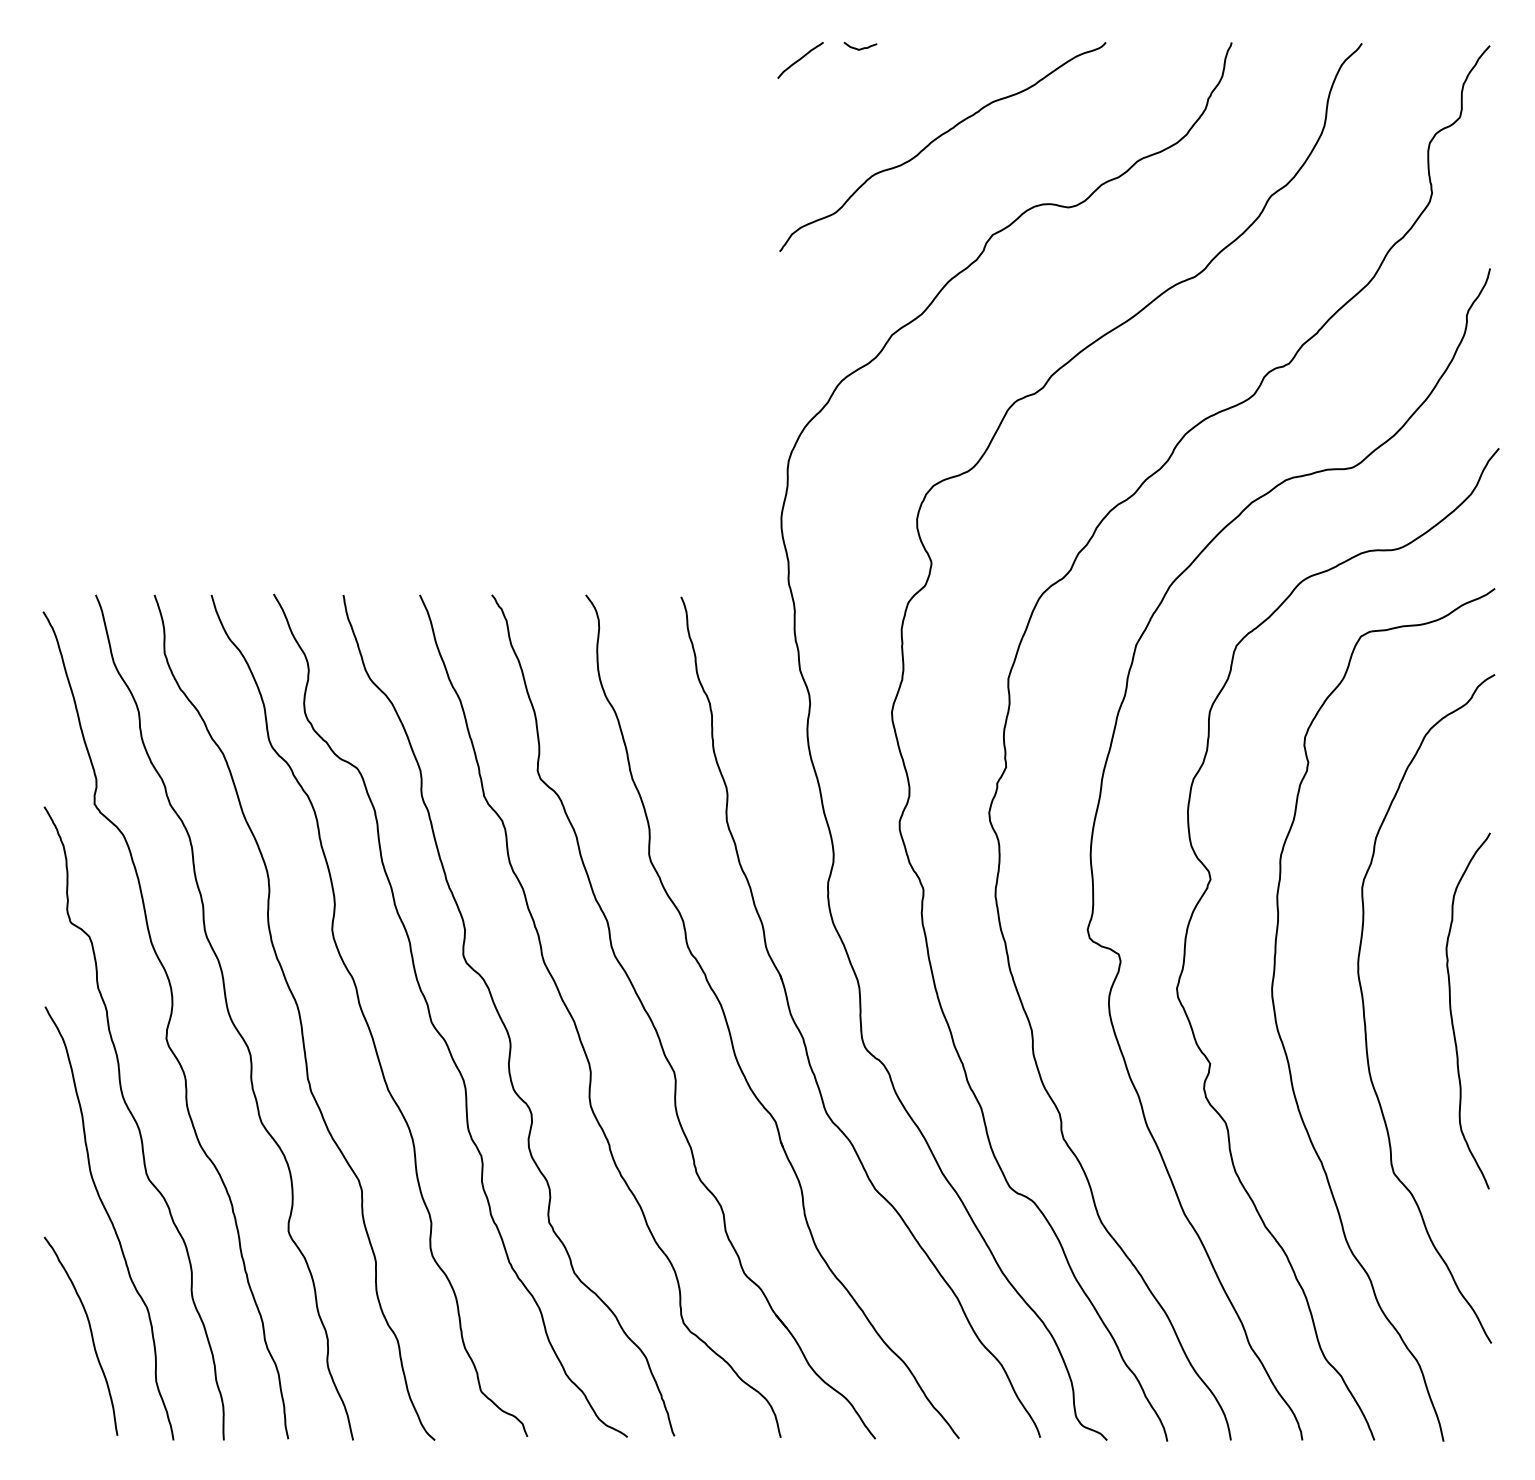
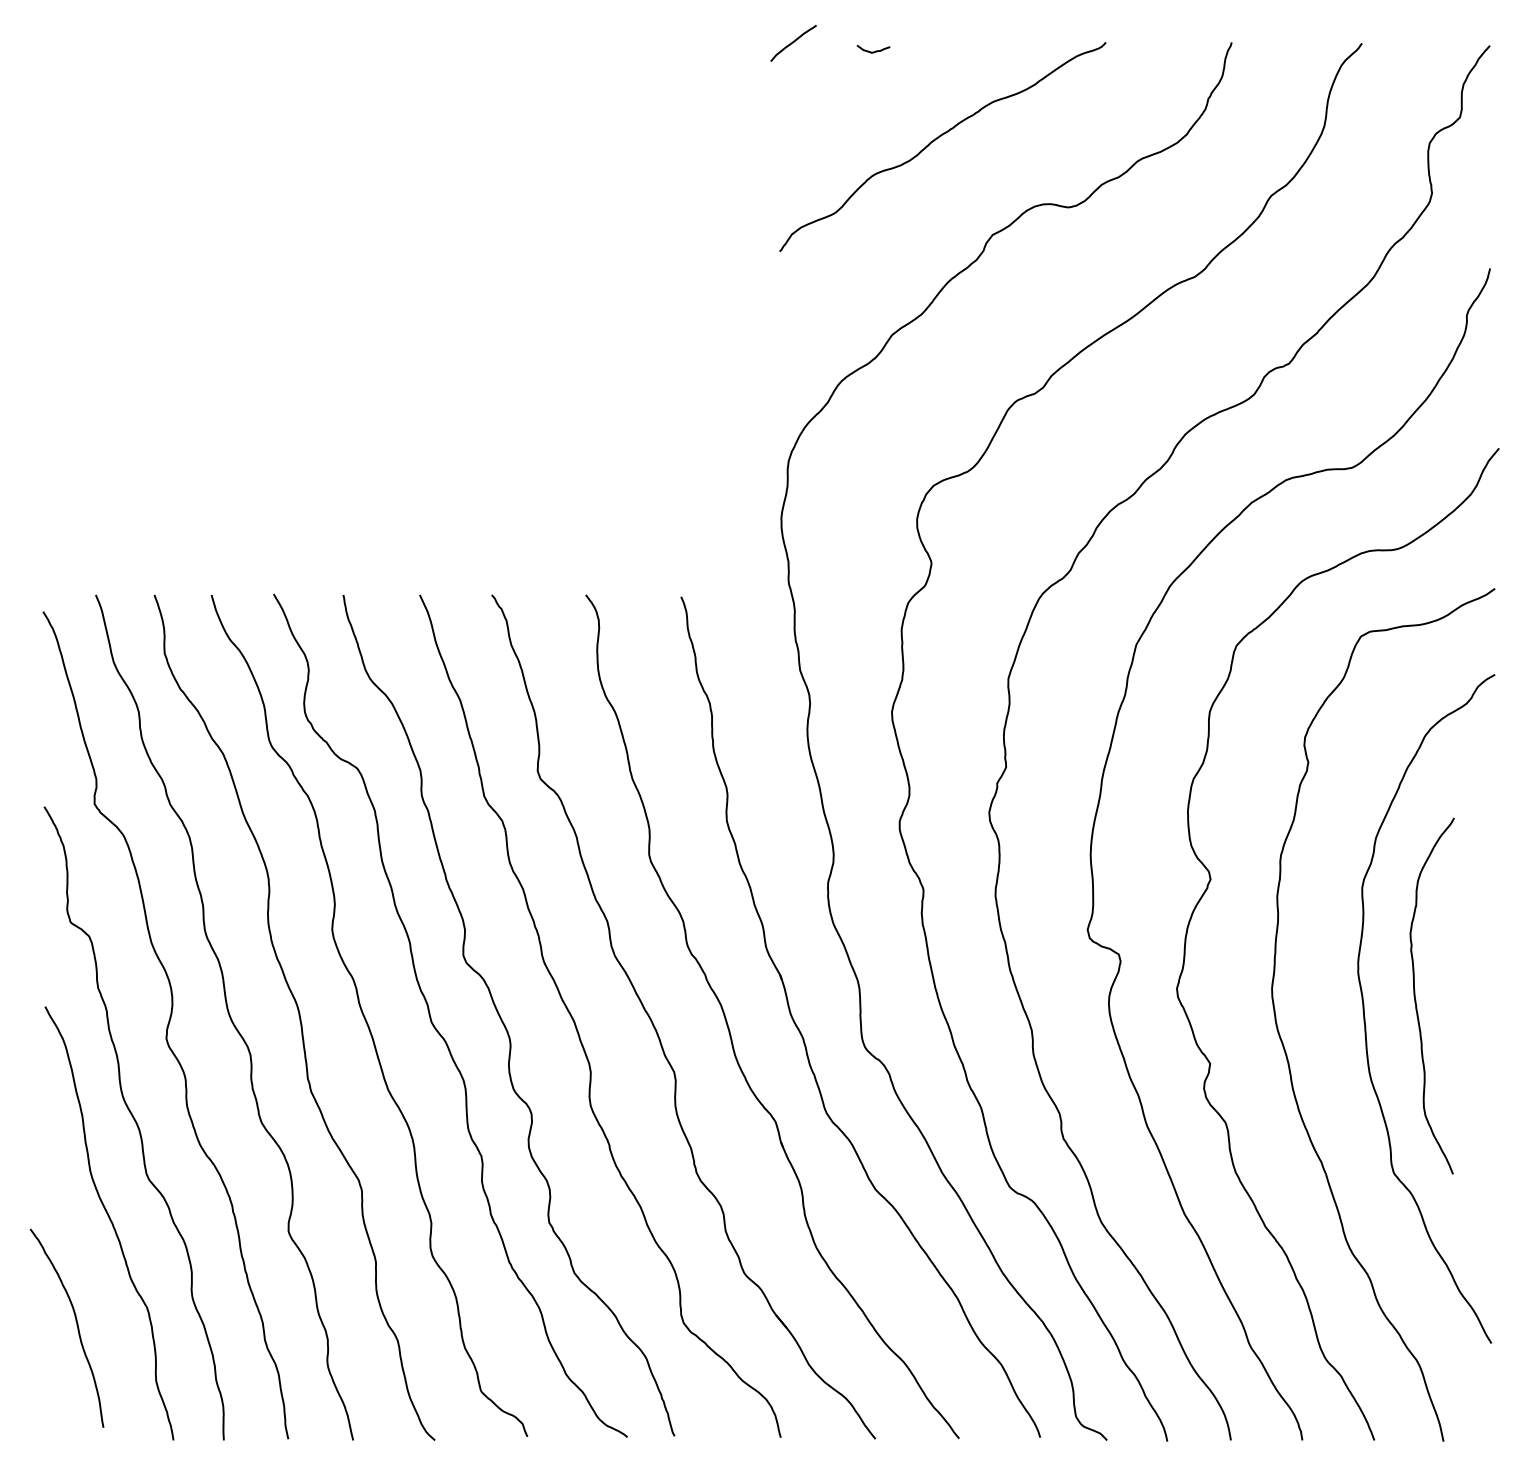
curve at (862, 47) position: (862, 47) -> (875, 50)
curve at (800, 60) position: (800, 60) -> (793, 43)
curve at (1452, 1015) position: (1452, 1015) -> (1416, 1000)
curve at (90, 1333) position: (90, 1333) -> (76, 1325)
